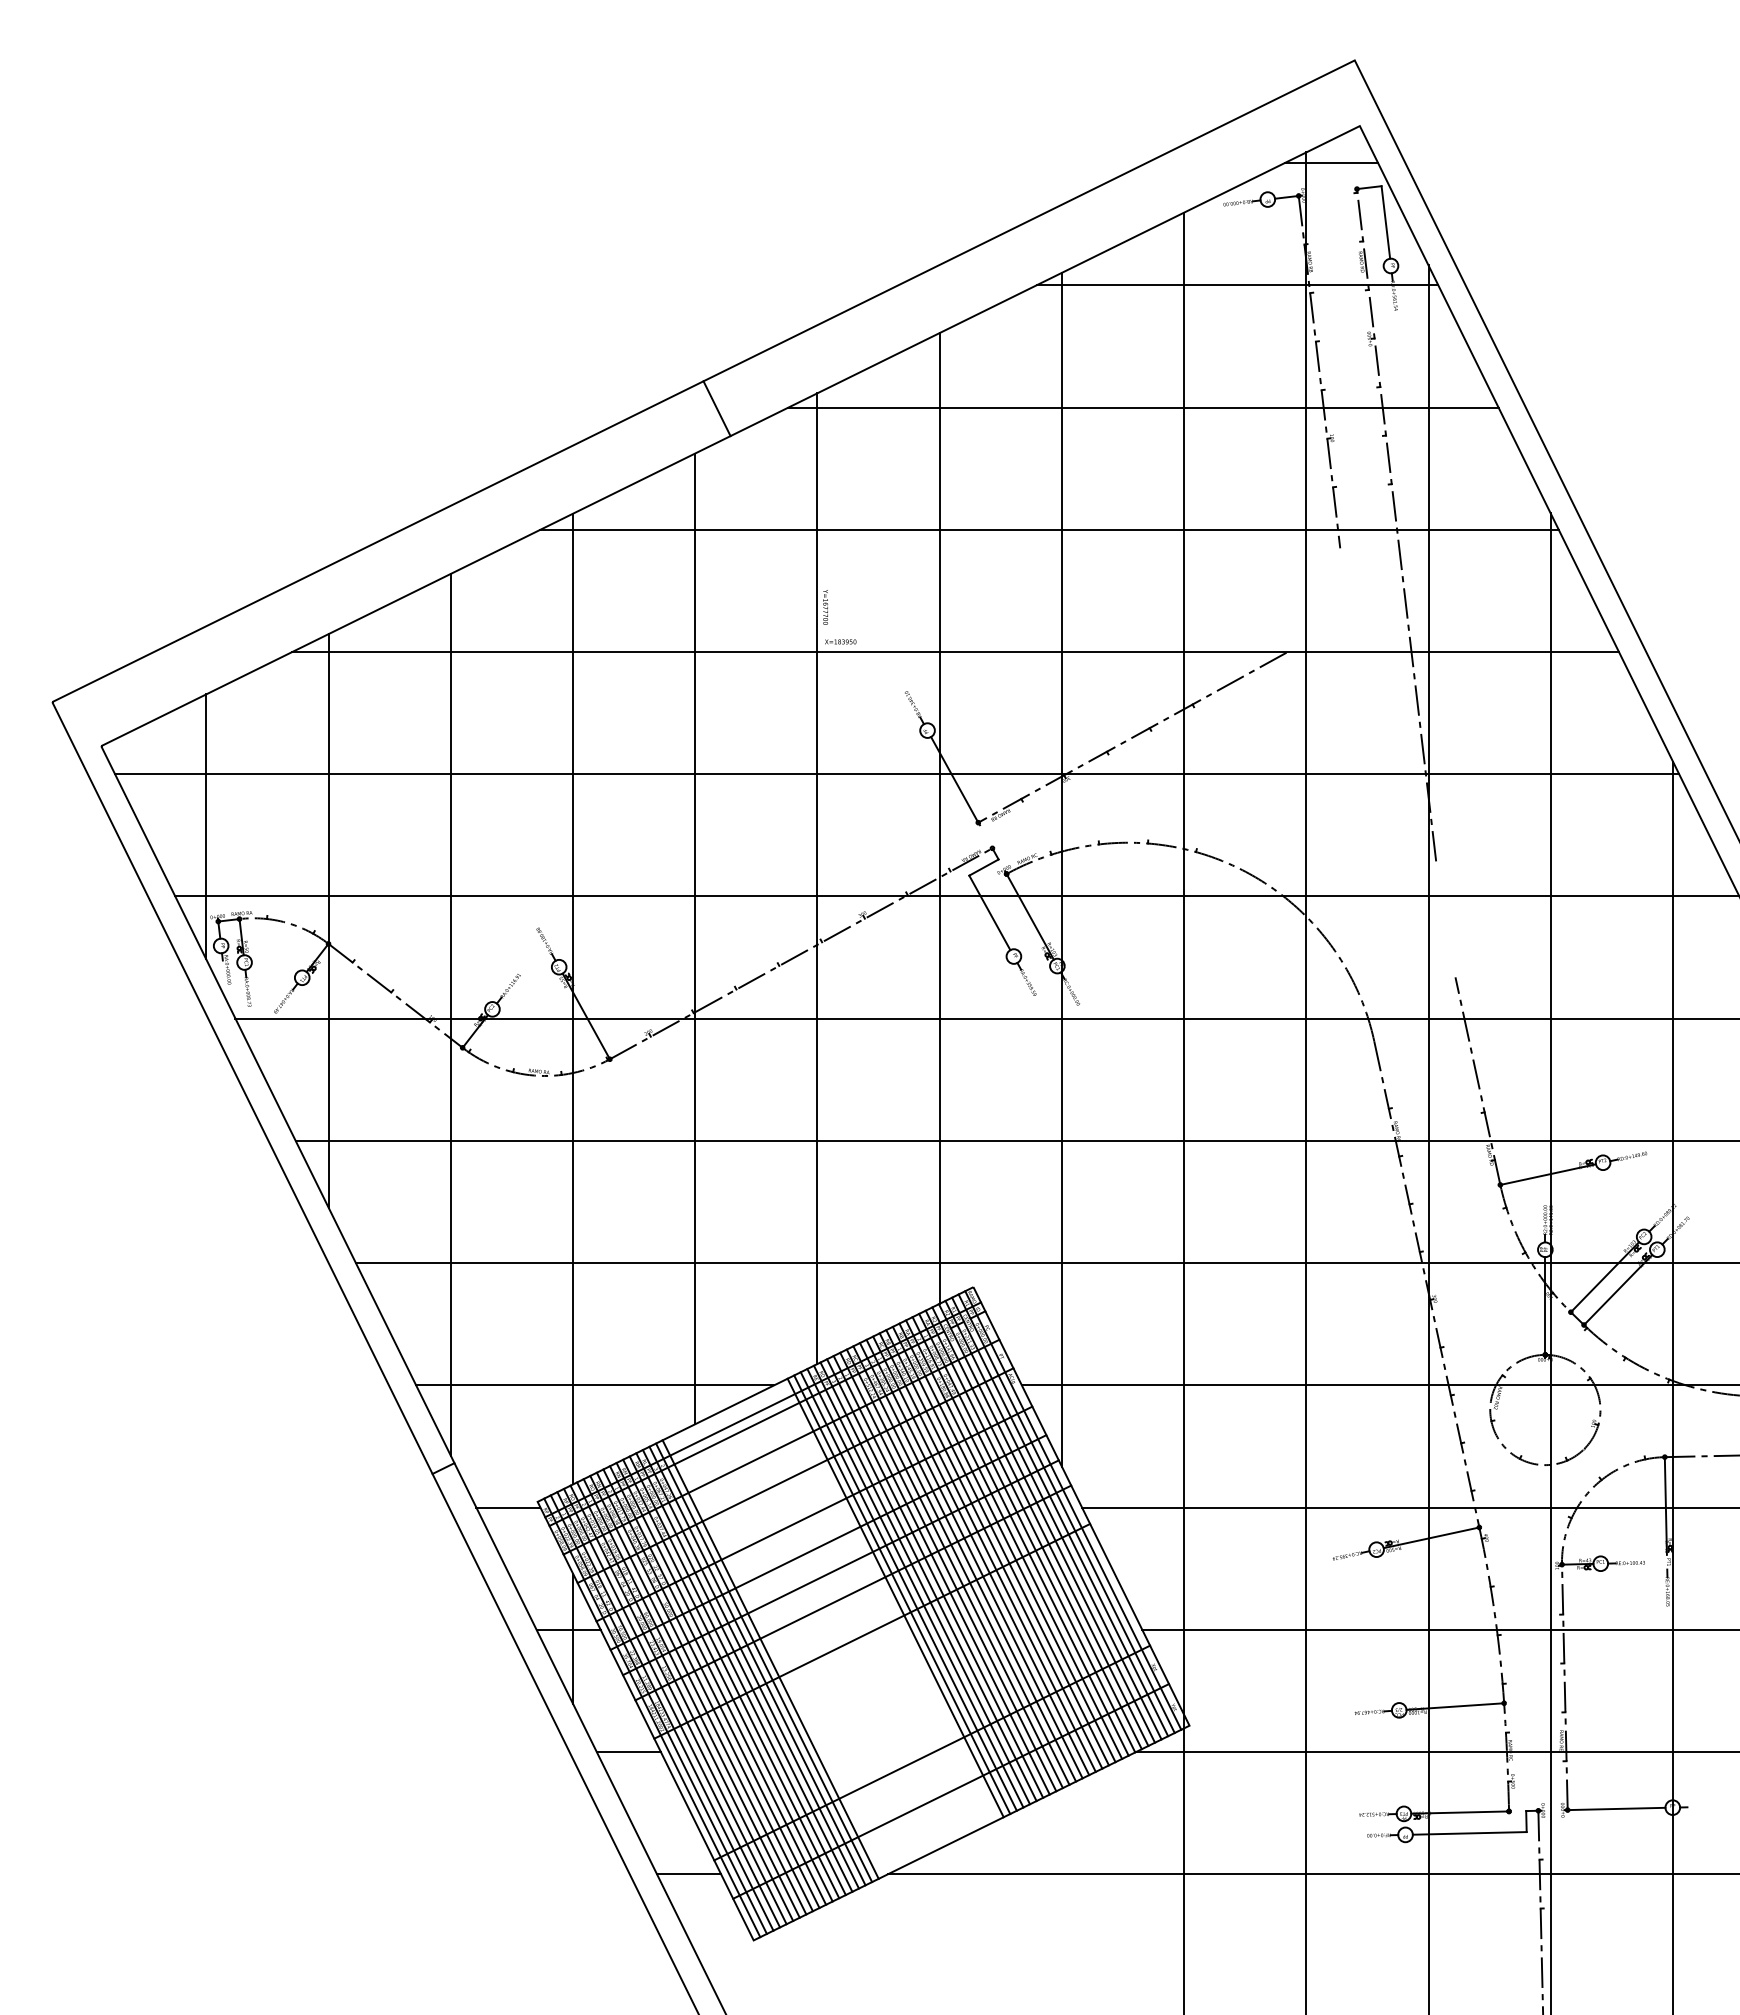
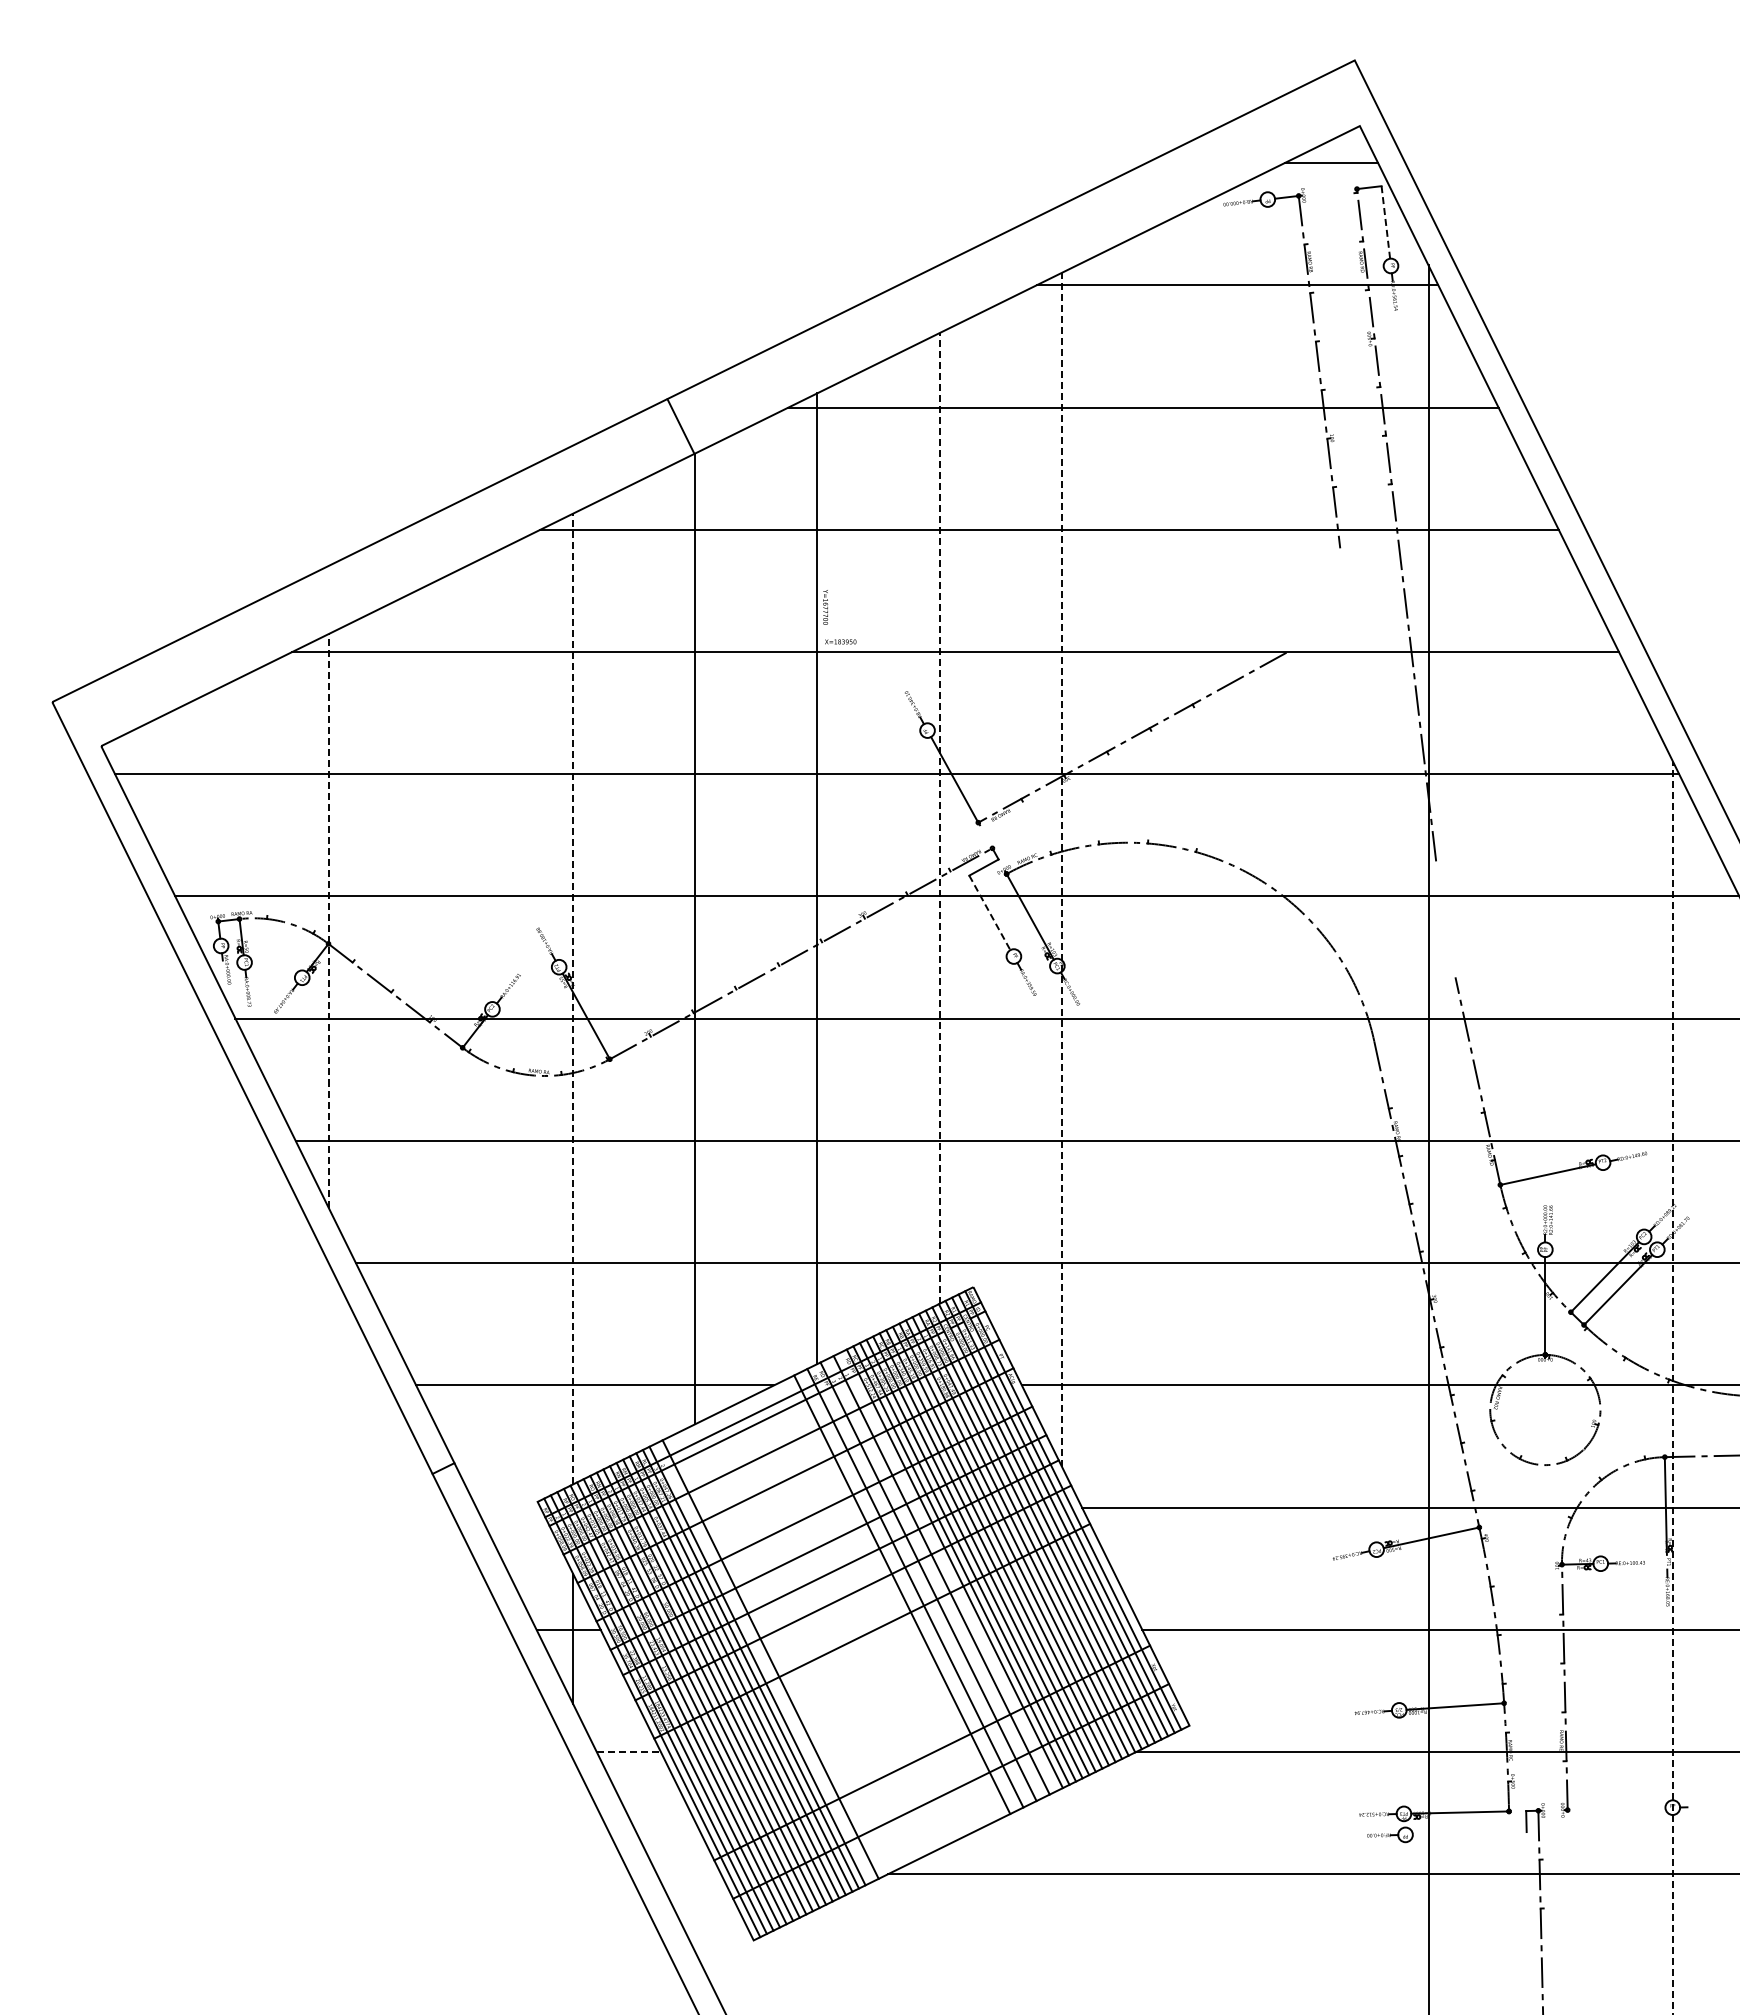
line at (1385, 222): solid -> dashed
line at (716, 408) position: (716, 408) -> (680, 426)
line at (939, 817): solid -> dashed
line at (206, 826): present -> none
line at (1061, 869): solid -> dashed
line at (989, 912): solid -> dashed
line at (328, 920): solid -> dashed
line at (572, 998): solid -> dashed
line at (450, 1014): present -> none
line at (1306, 1081): present -> none
line at (1184, 1111): present -> none
line at (1550, 1262): present -> none
line at (1672, 1387): solid -> dashed
line at (508, 1507): present -> none
line at (948, 1571): present -> none
line at (935, 1578): present -> none
line at (921, 1584): present -> none
line at (908, 1591): present -> none
line at (895, 1597): present -> none
line at (764, 1662): present -> none
line at (629, 1751): solid -> dashed
line at (1616, 1808): present -> none
line at (1469, 1833): present -> none
line at (688, 1874): present -> none
